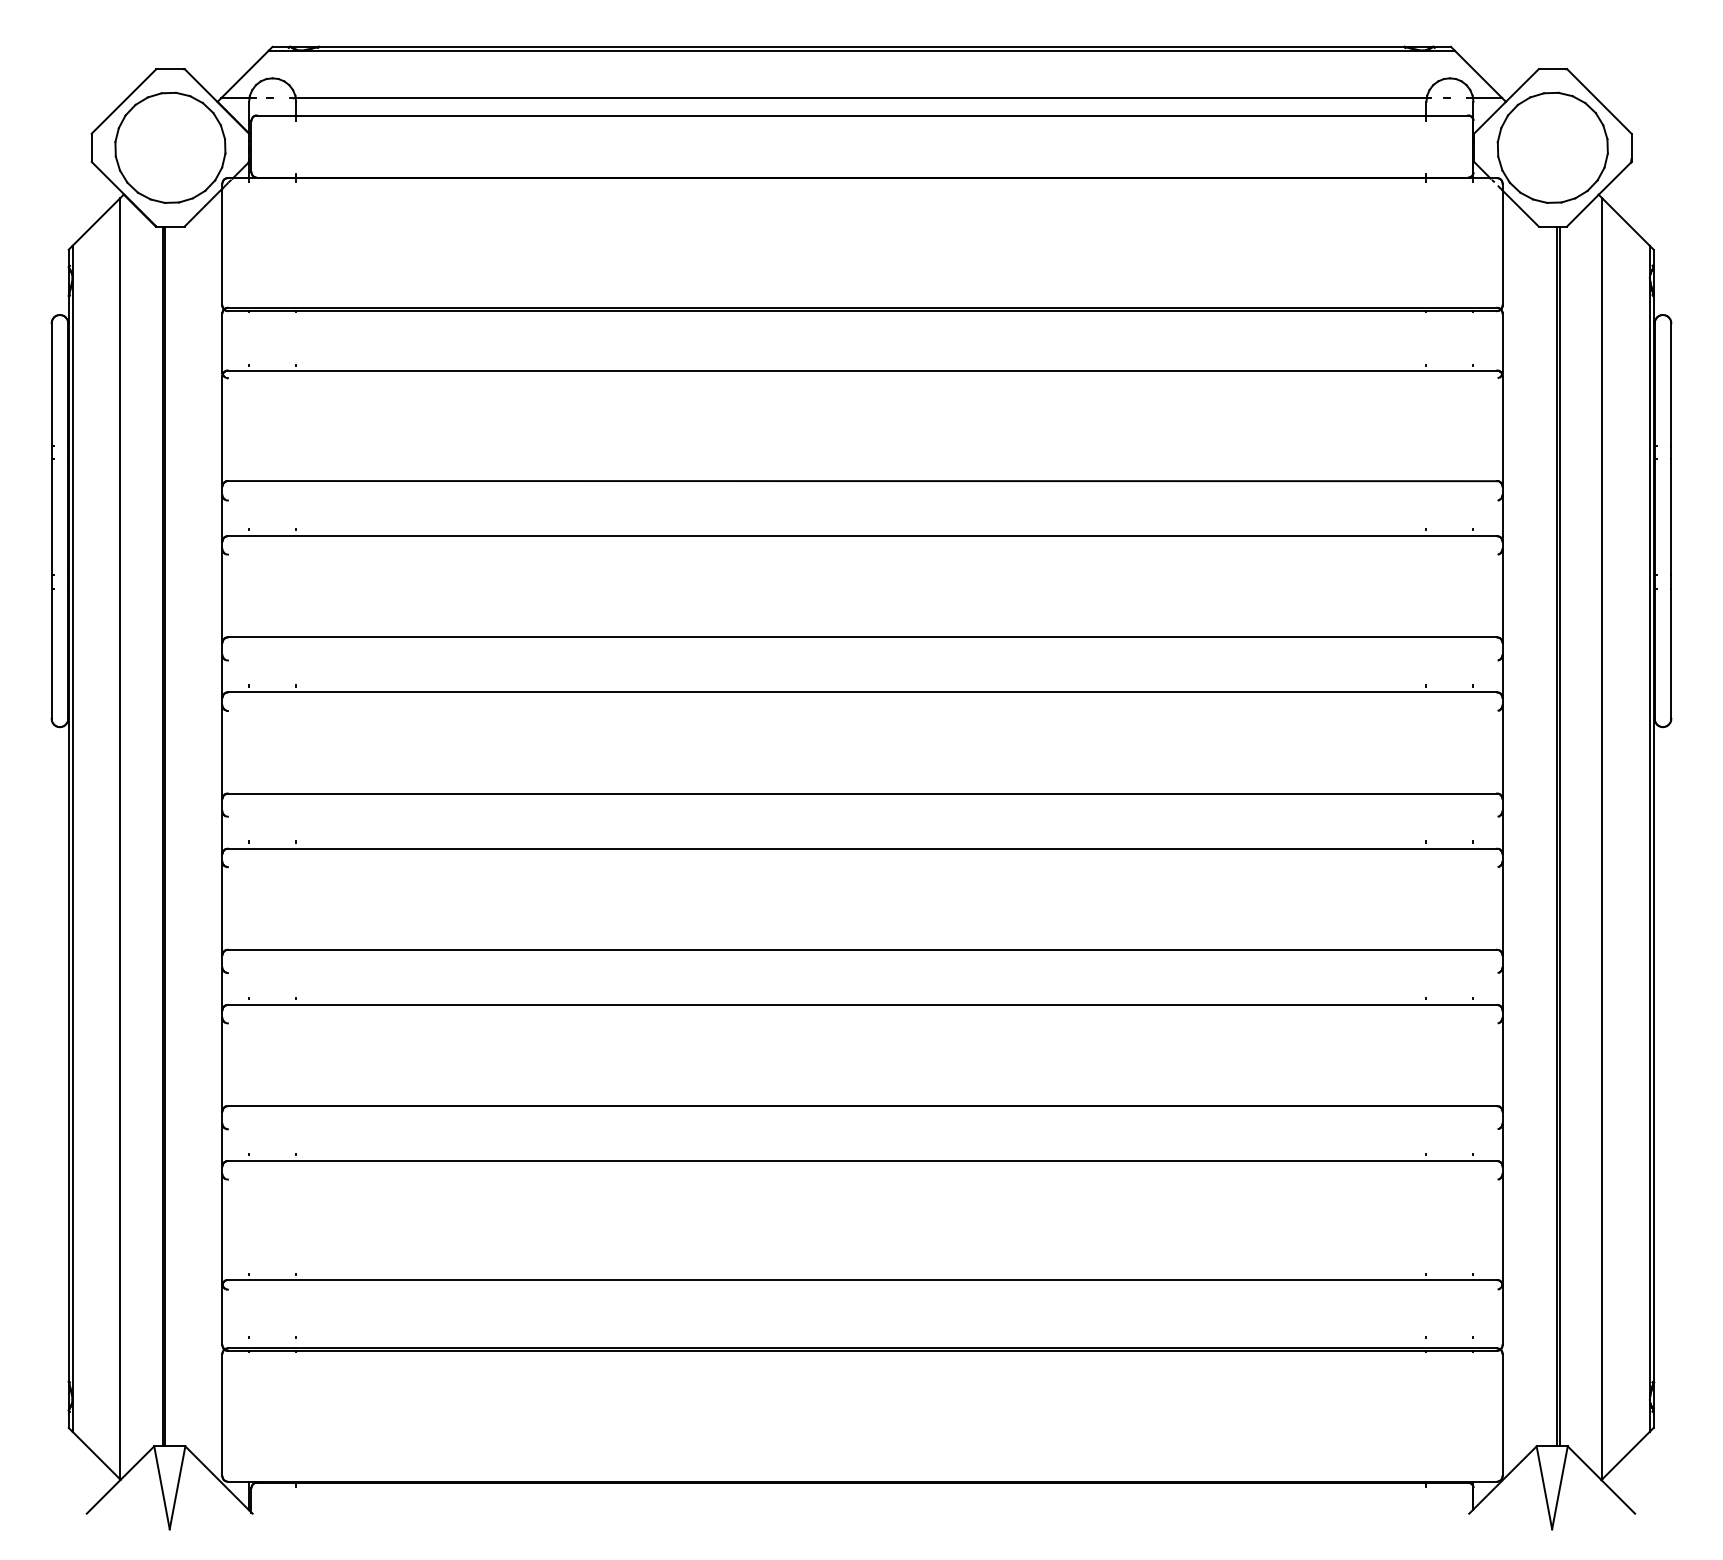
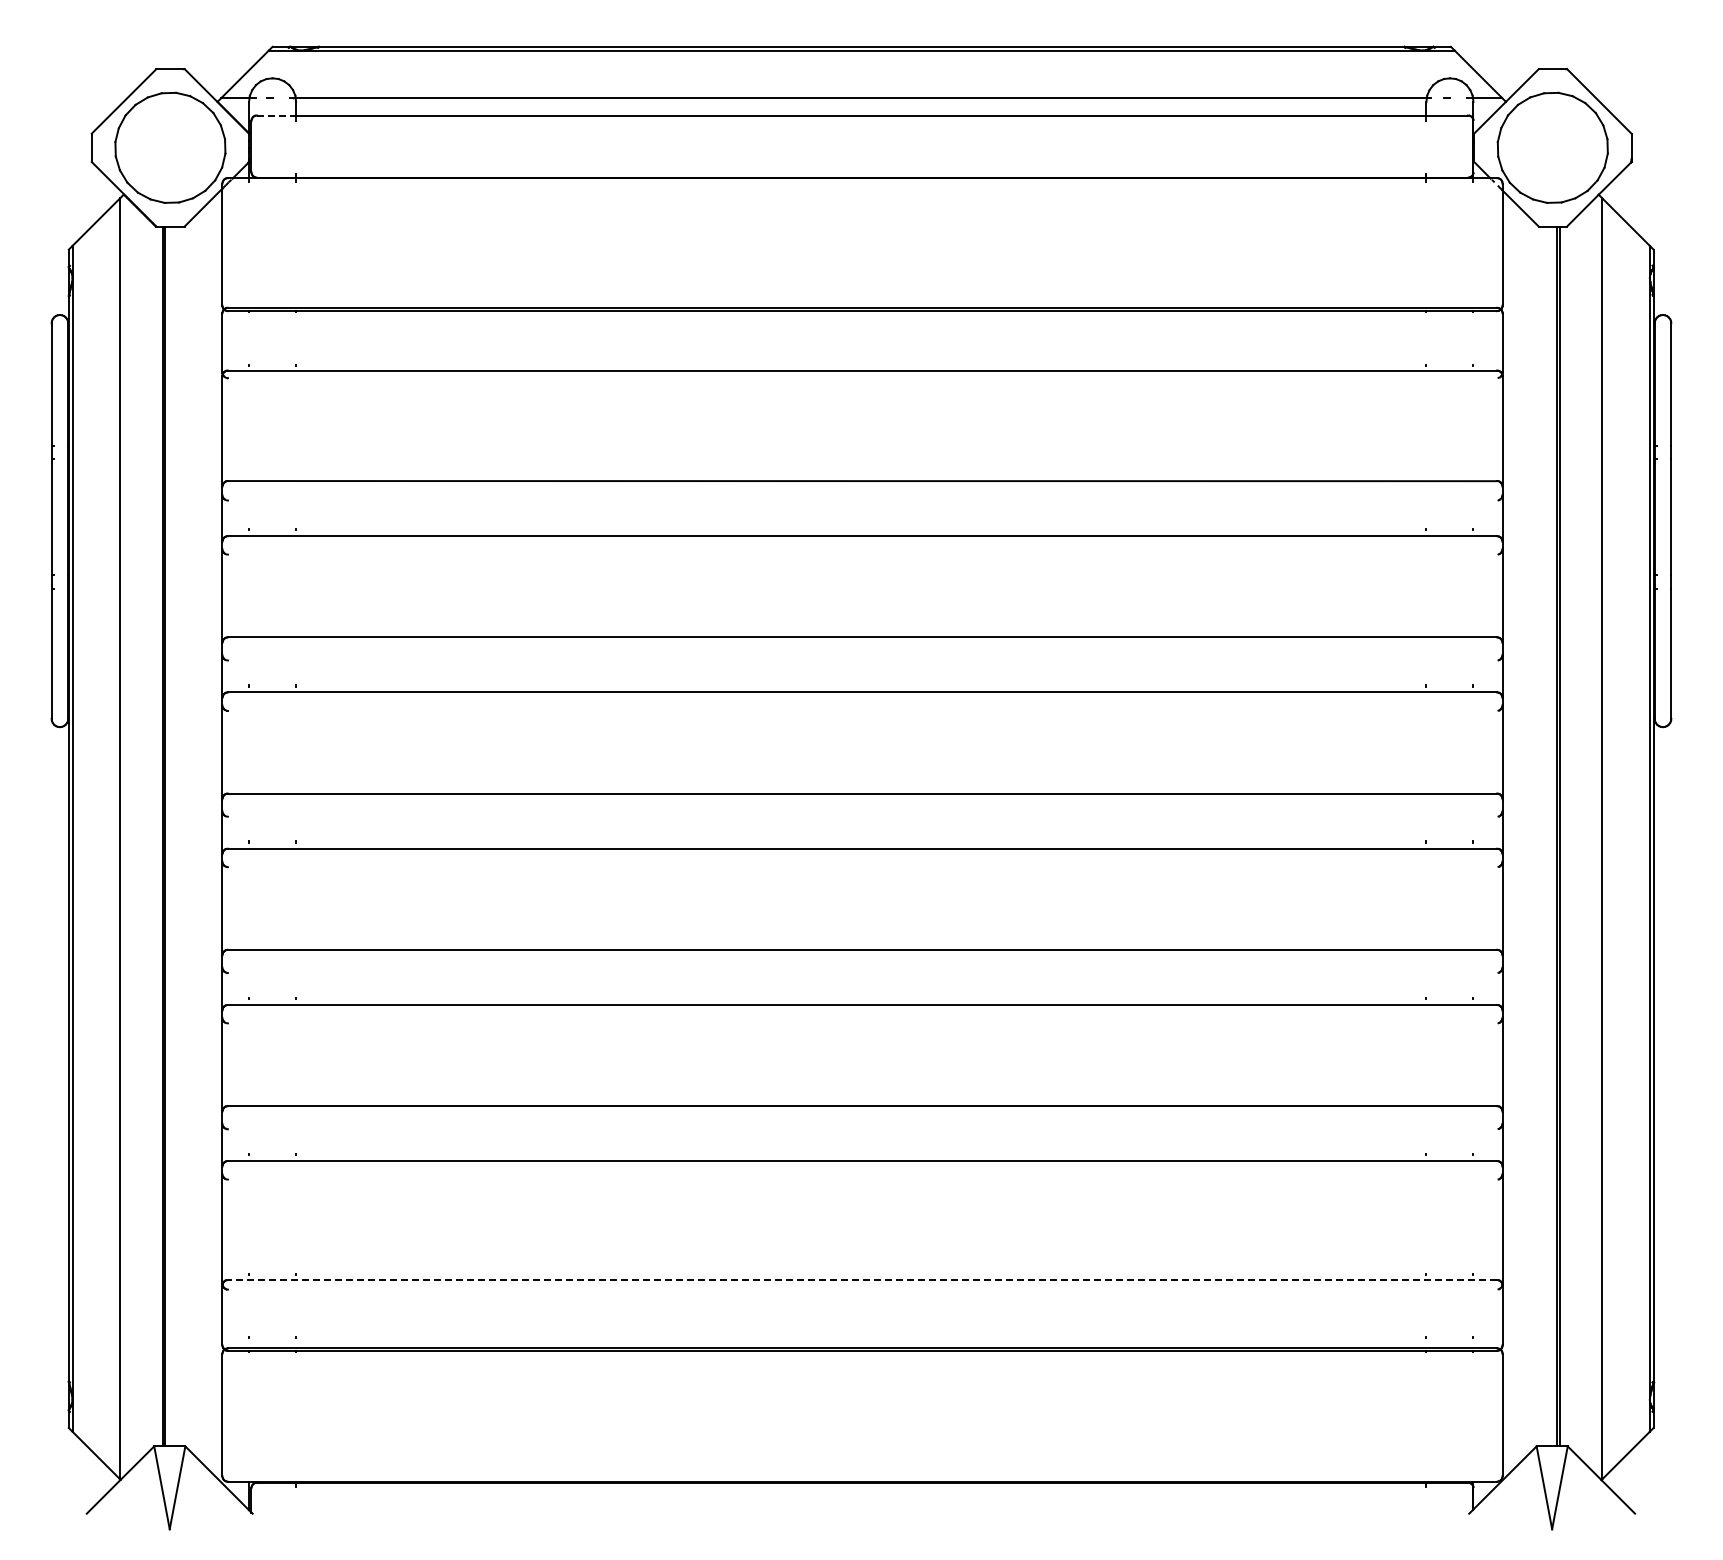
line at (276, 115): solid -> dashed
line at (862, 1280): solid -> dashed
